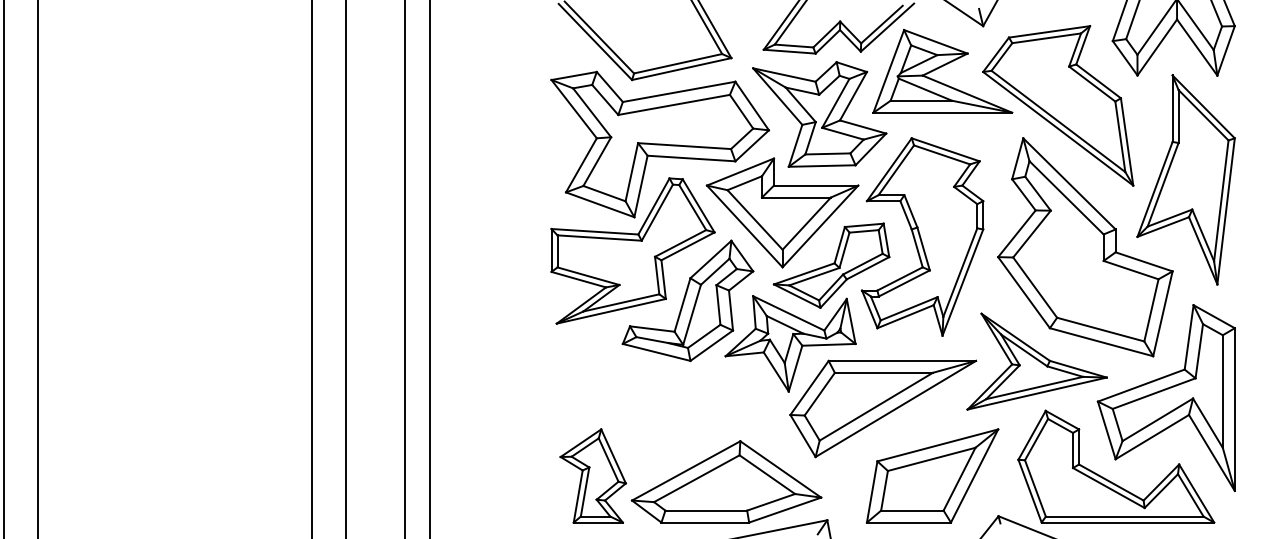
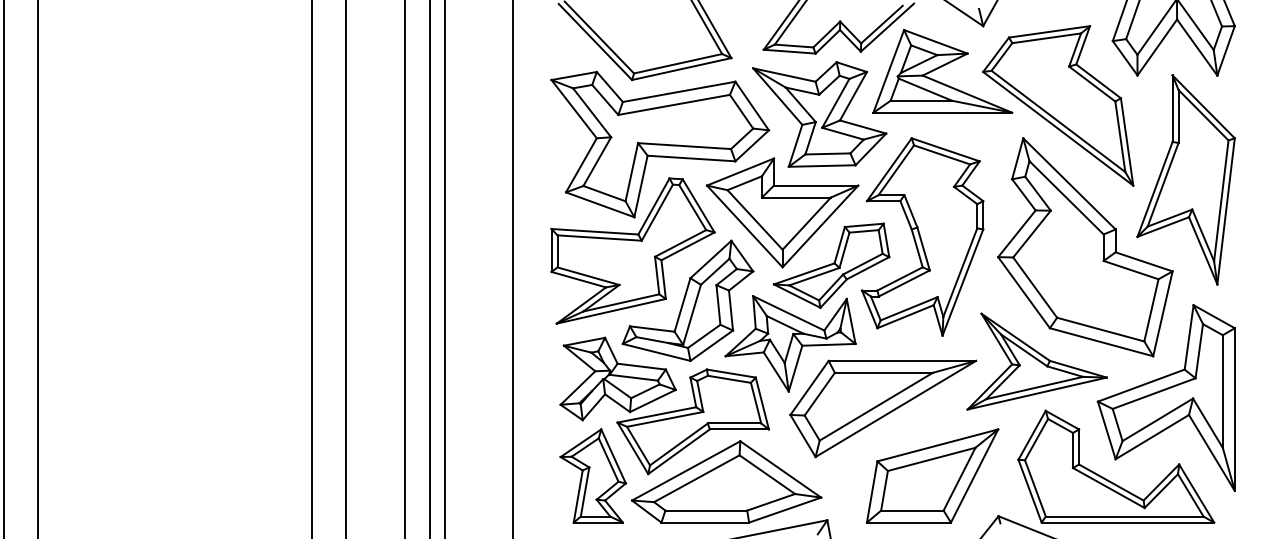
line at (445, 268): none -> present
line at (512, 268): none -> present
part at (667, 411): none -> present
